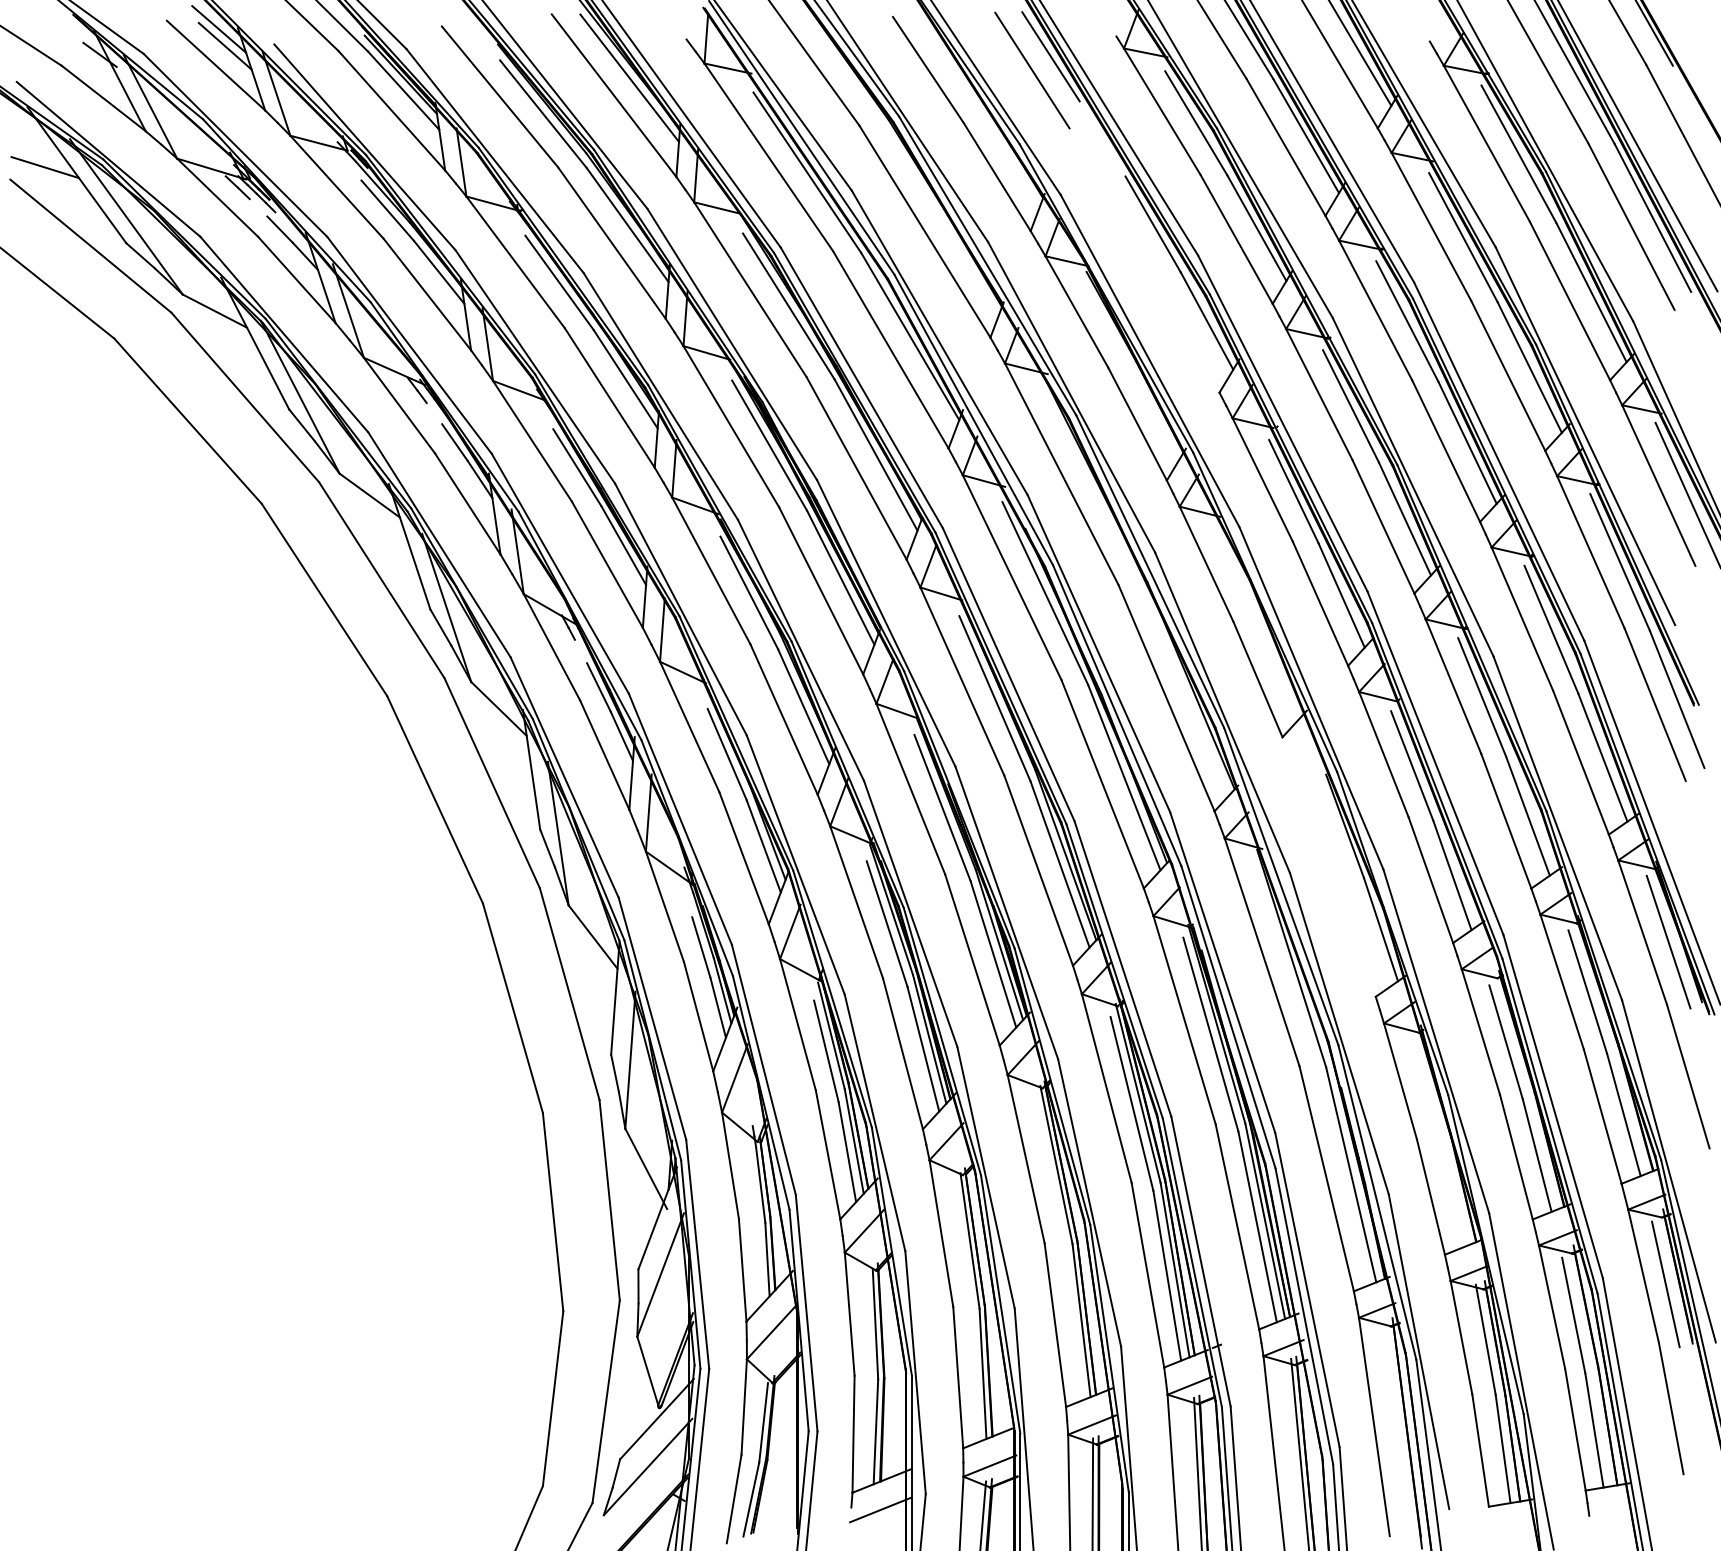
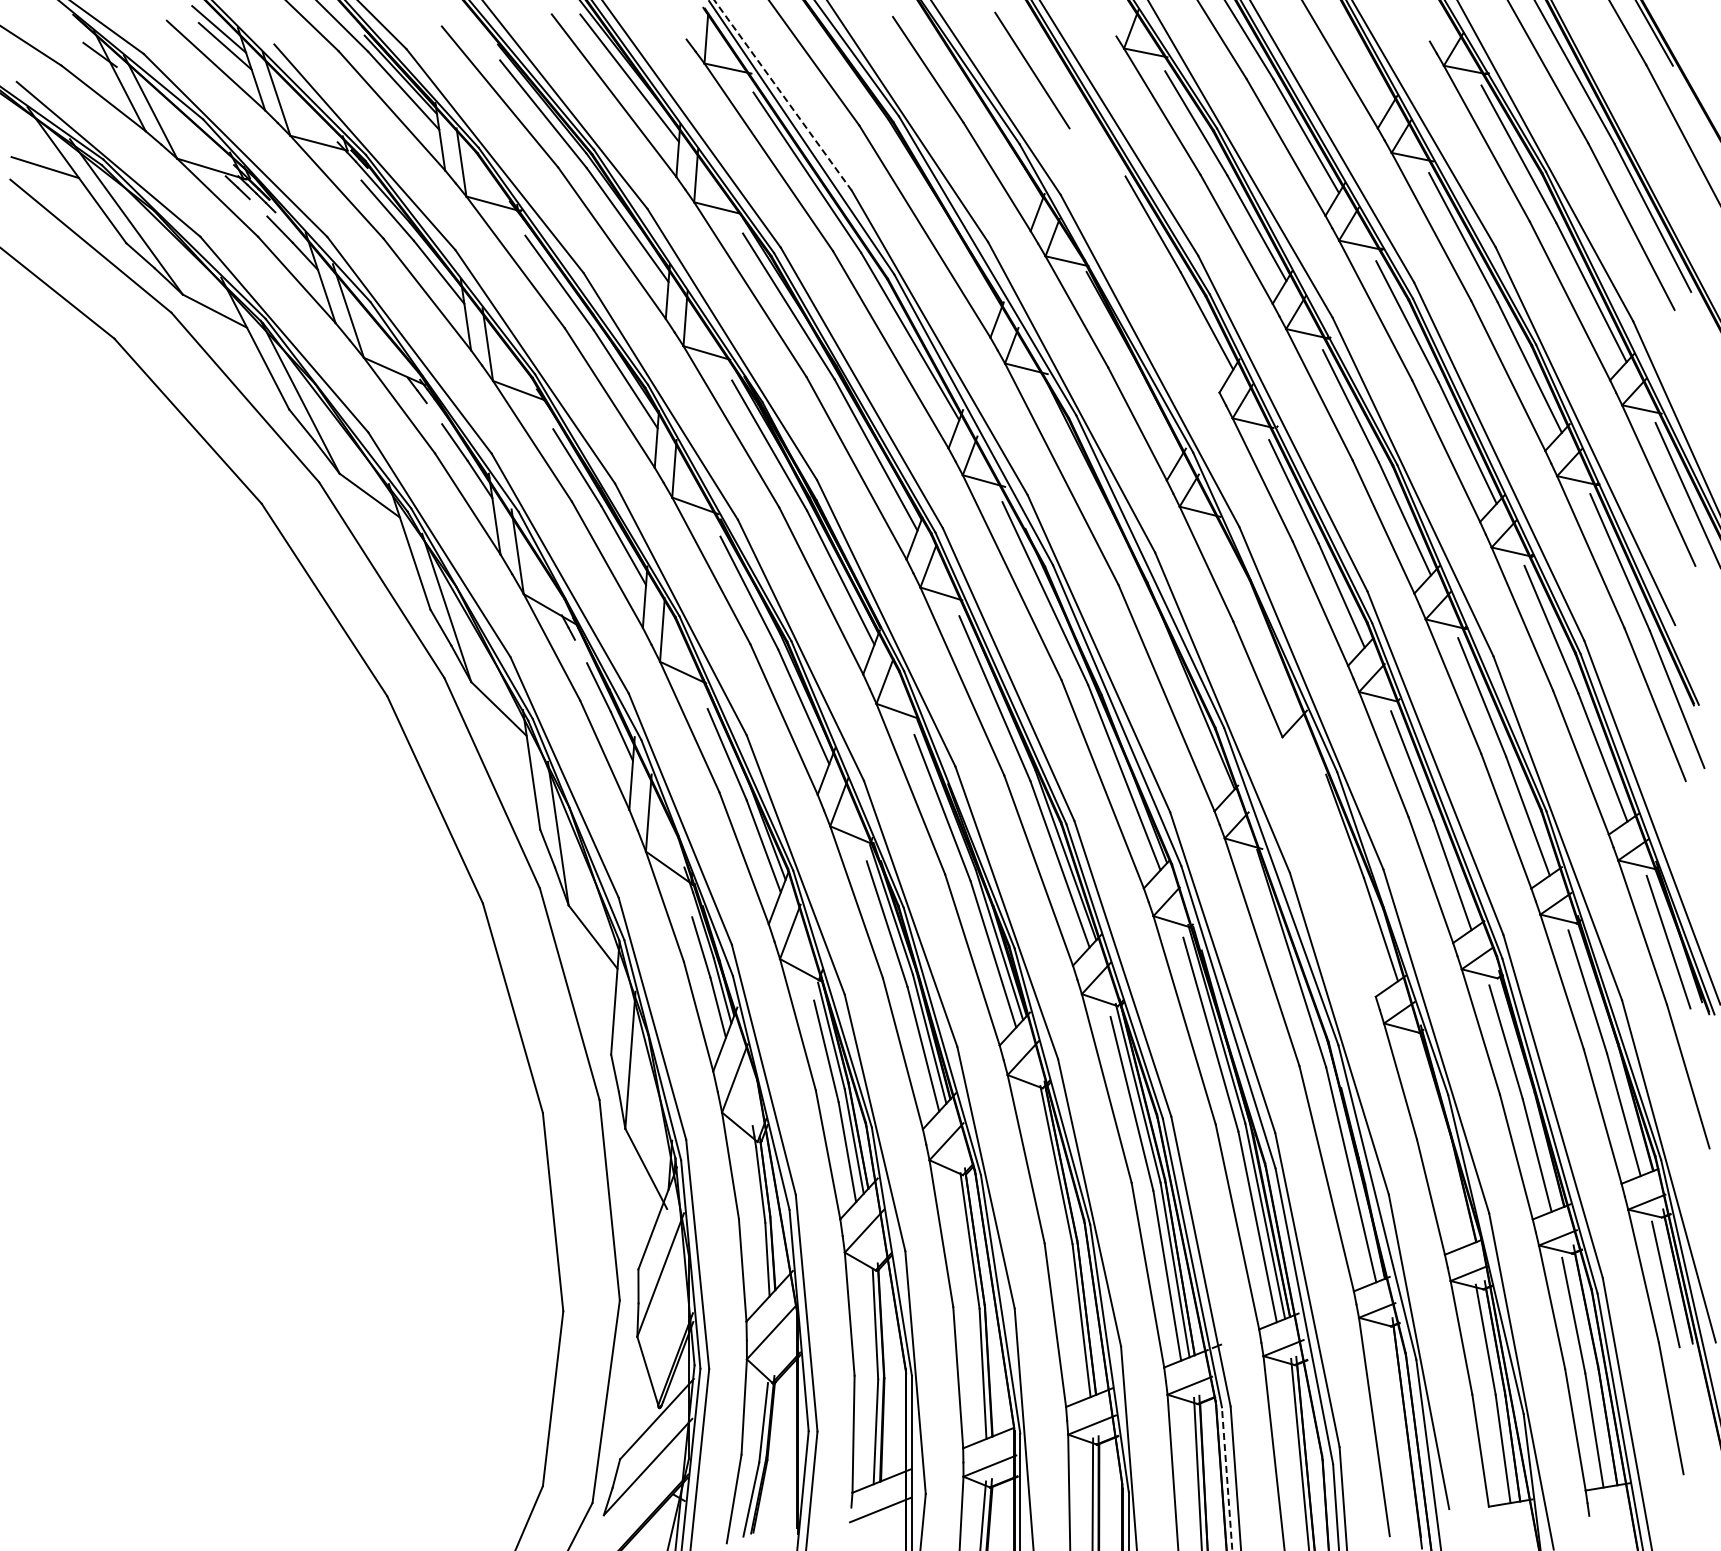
line at (1360, 53): present -> none
line at (1050, 56): present -> none
line at (783, 95): solid -> dashed
line at (1637, 146): present -> none
line at (1227, 1479): solid -> dashed
